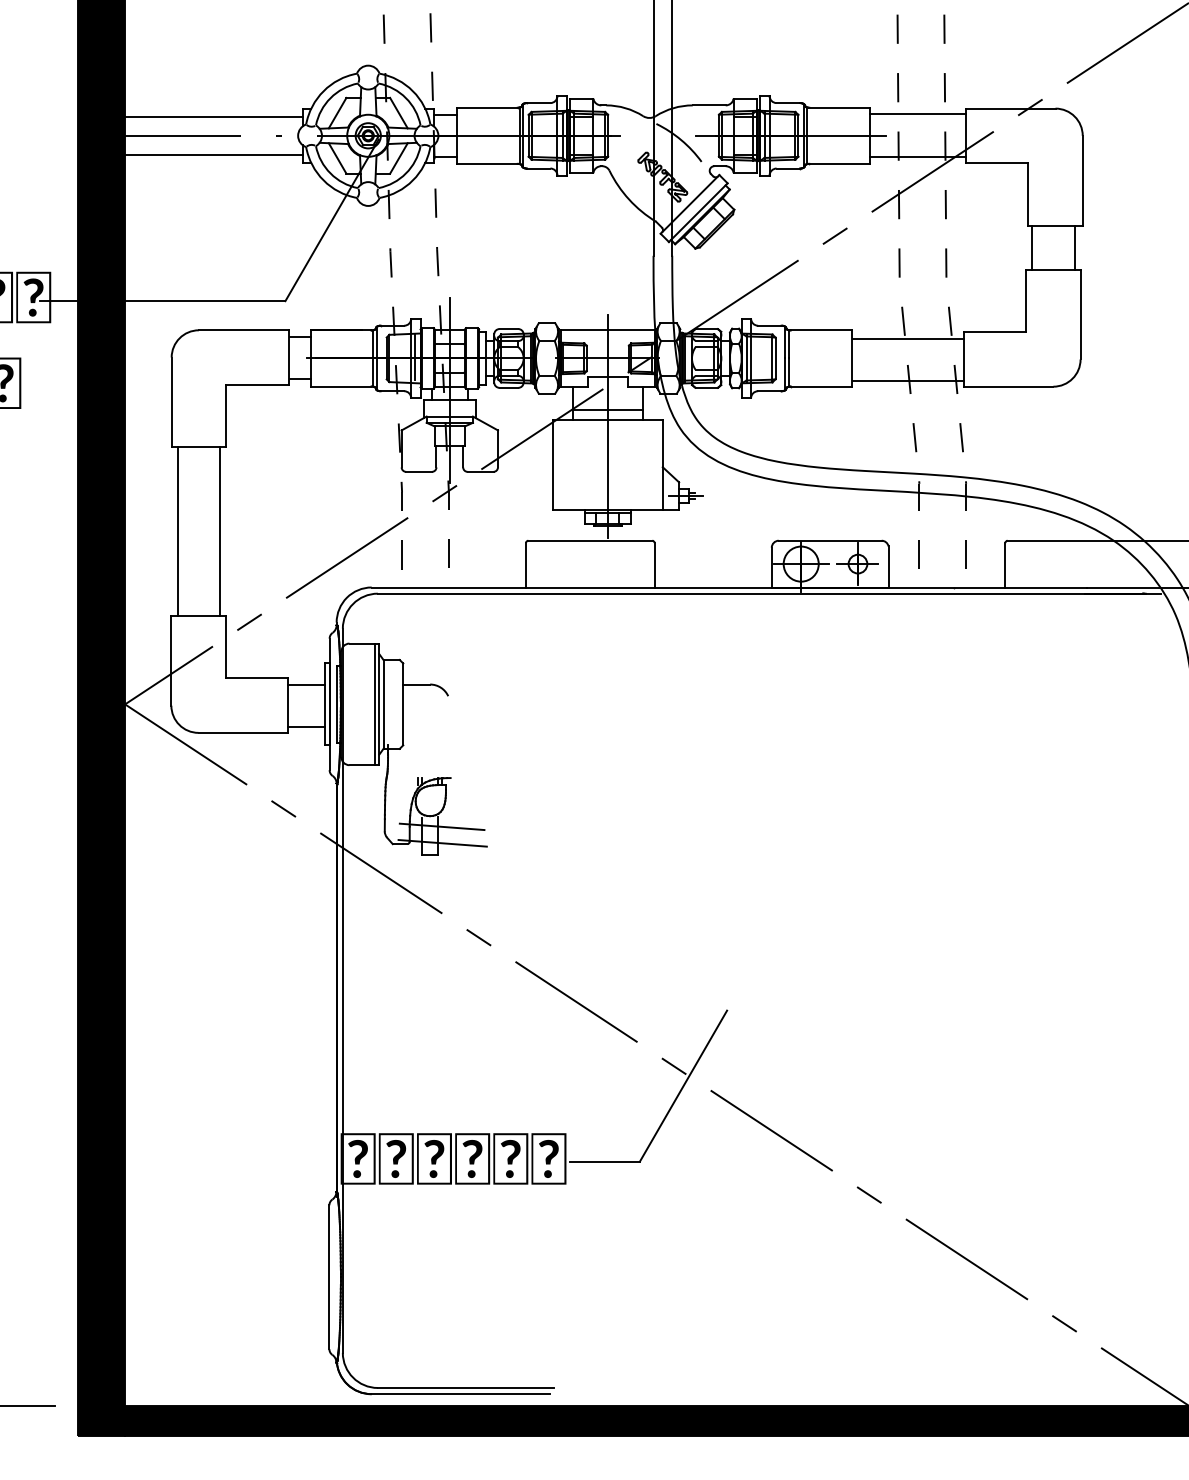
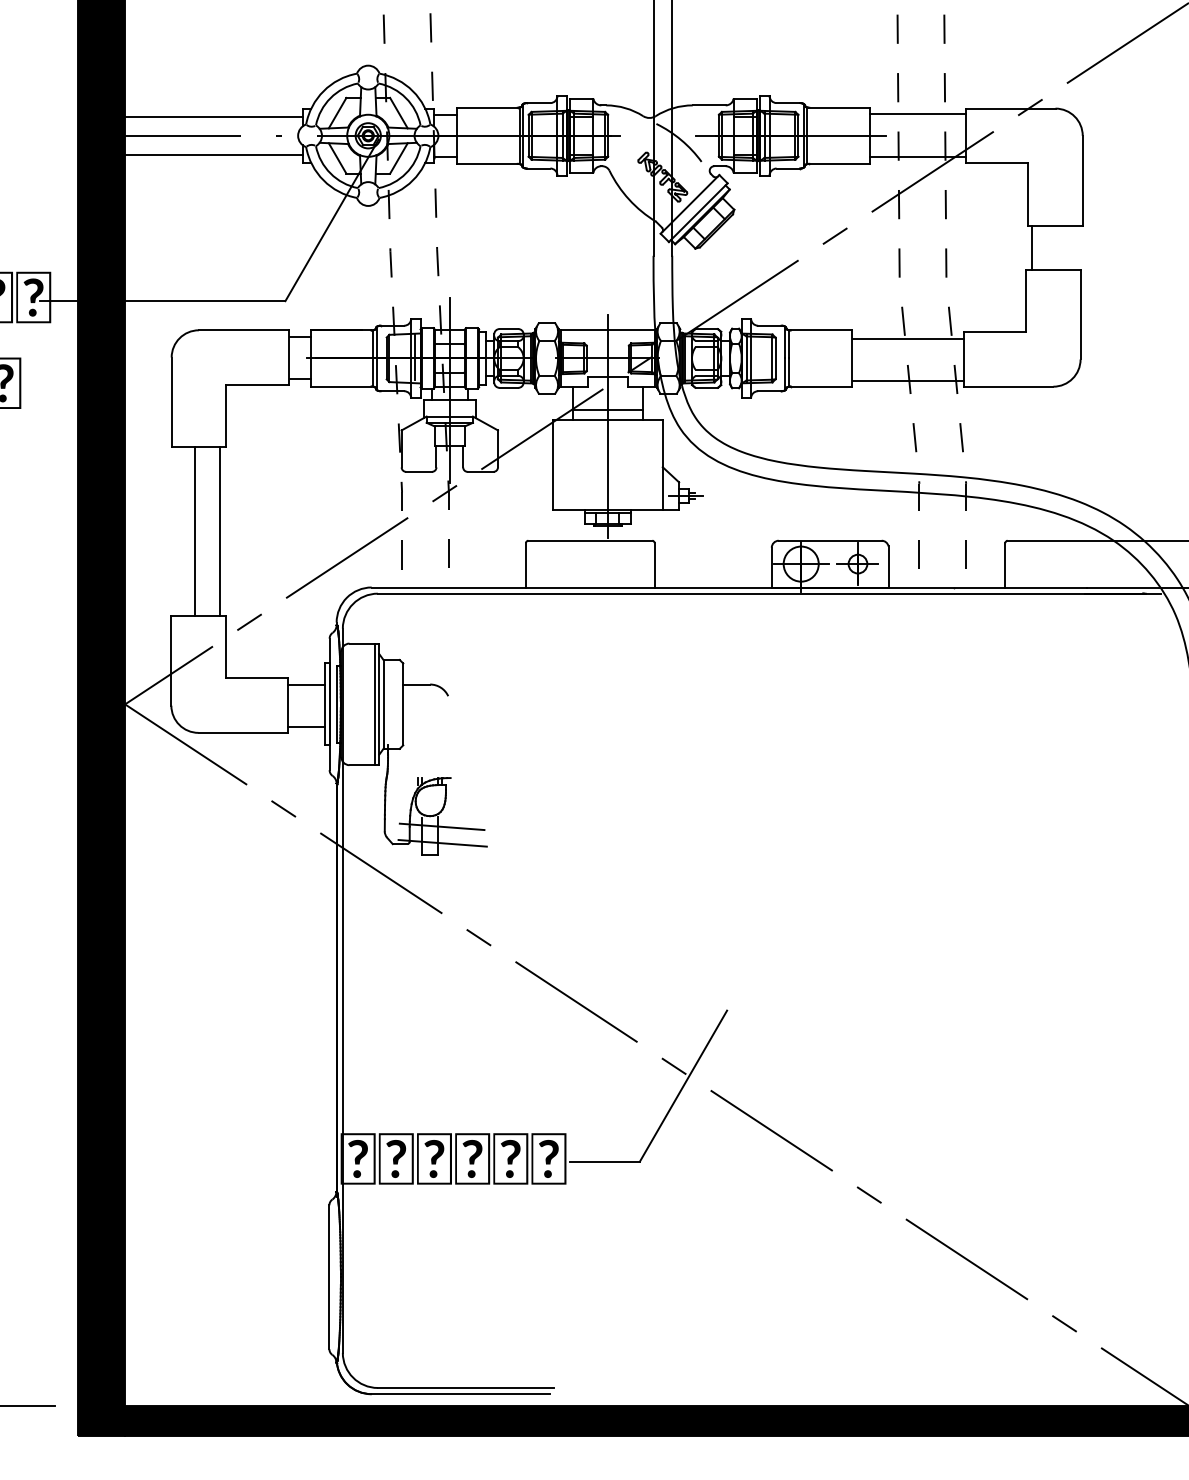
line at (1075, 247): present -> none
line at (178, 531) position: (178, 531) -> (195, 531)
